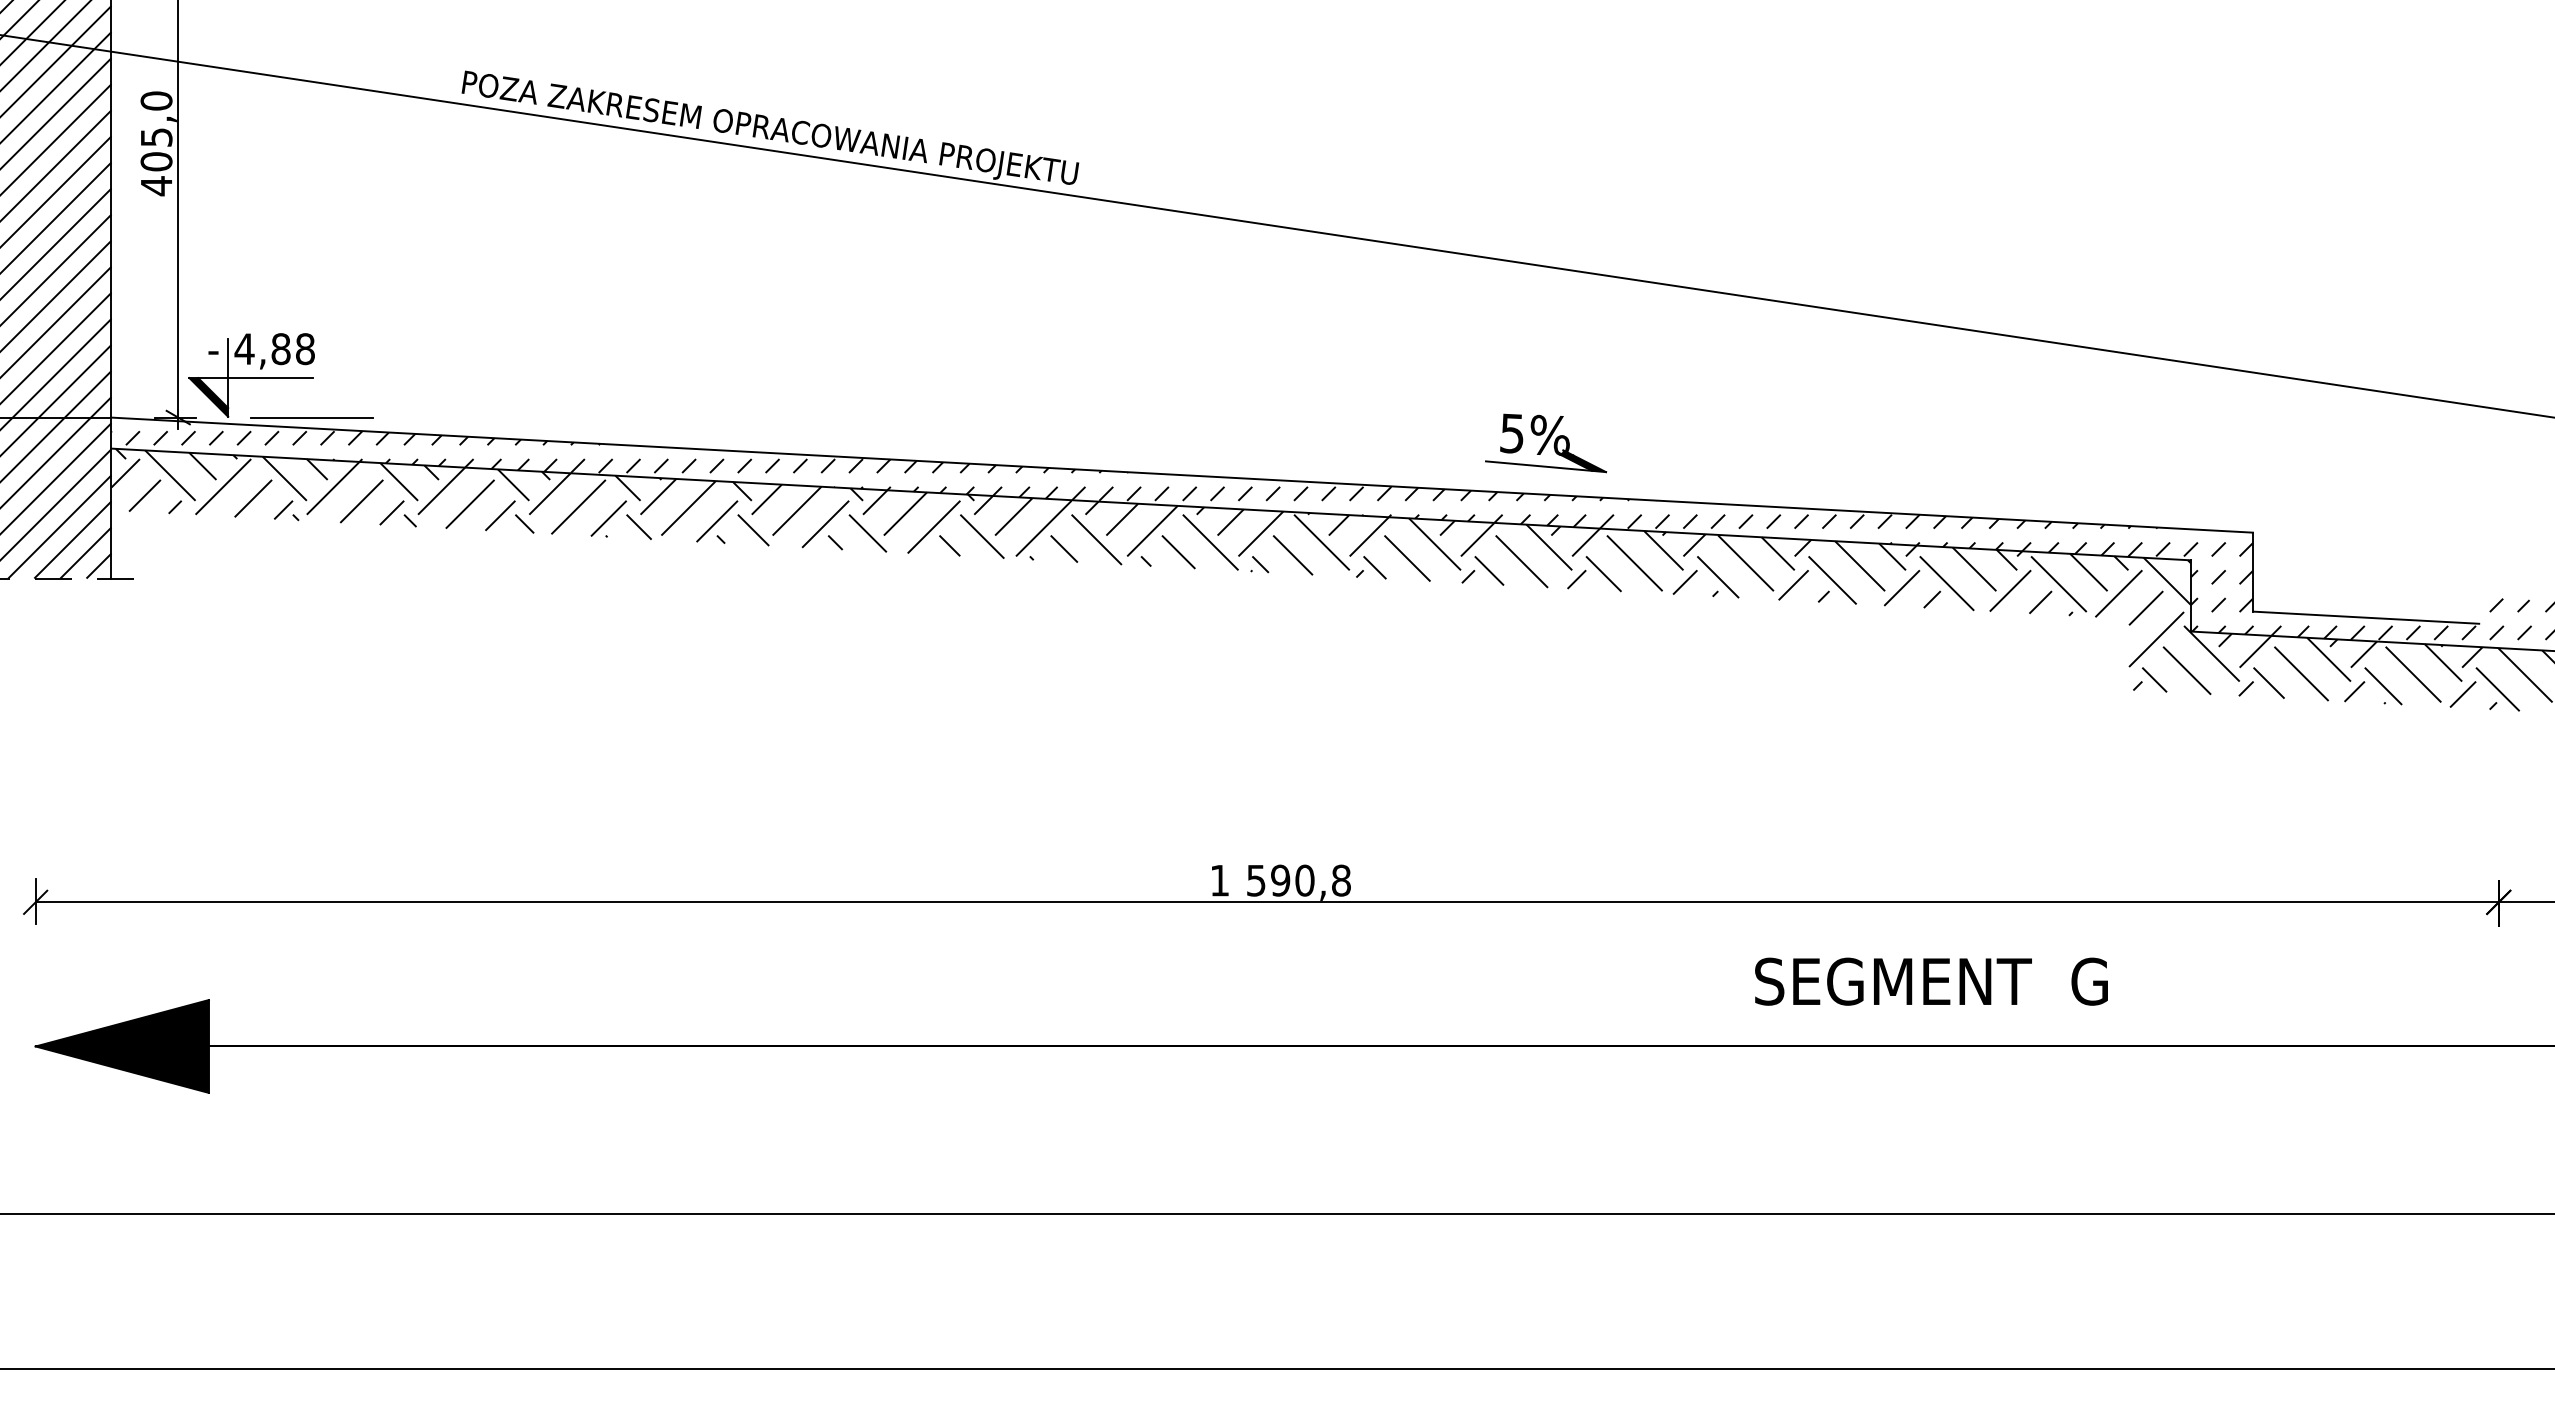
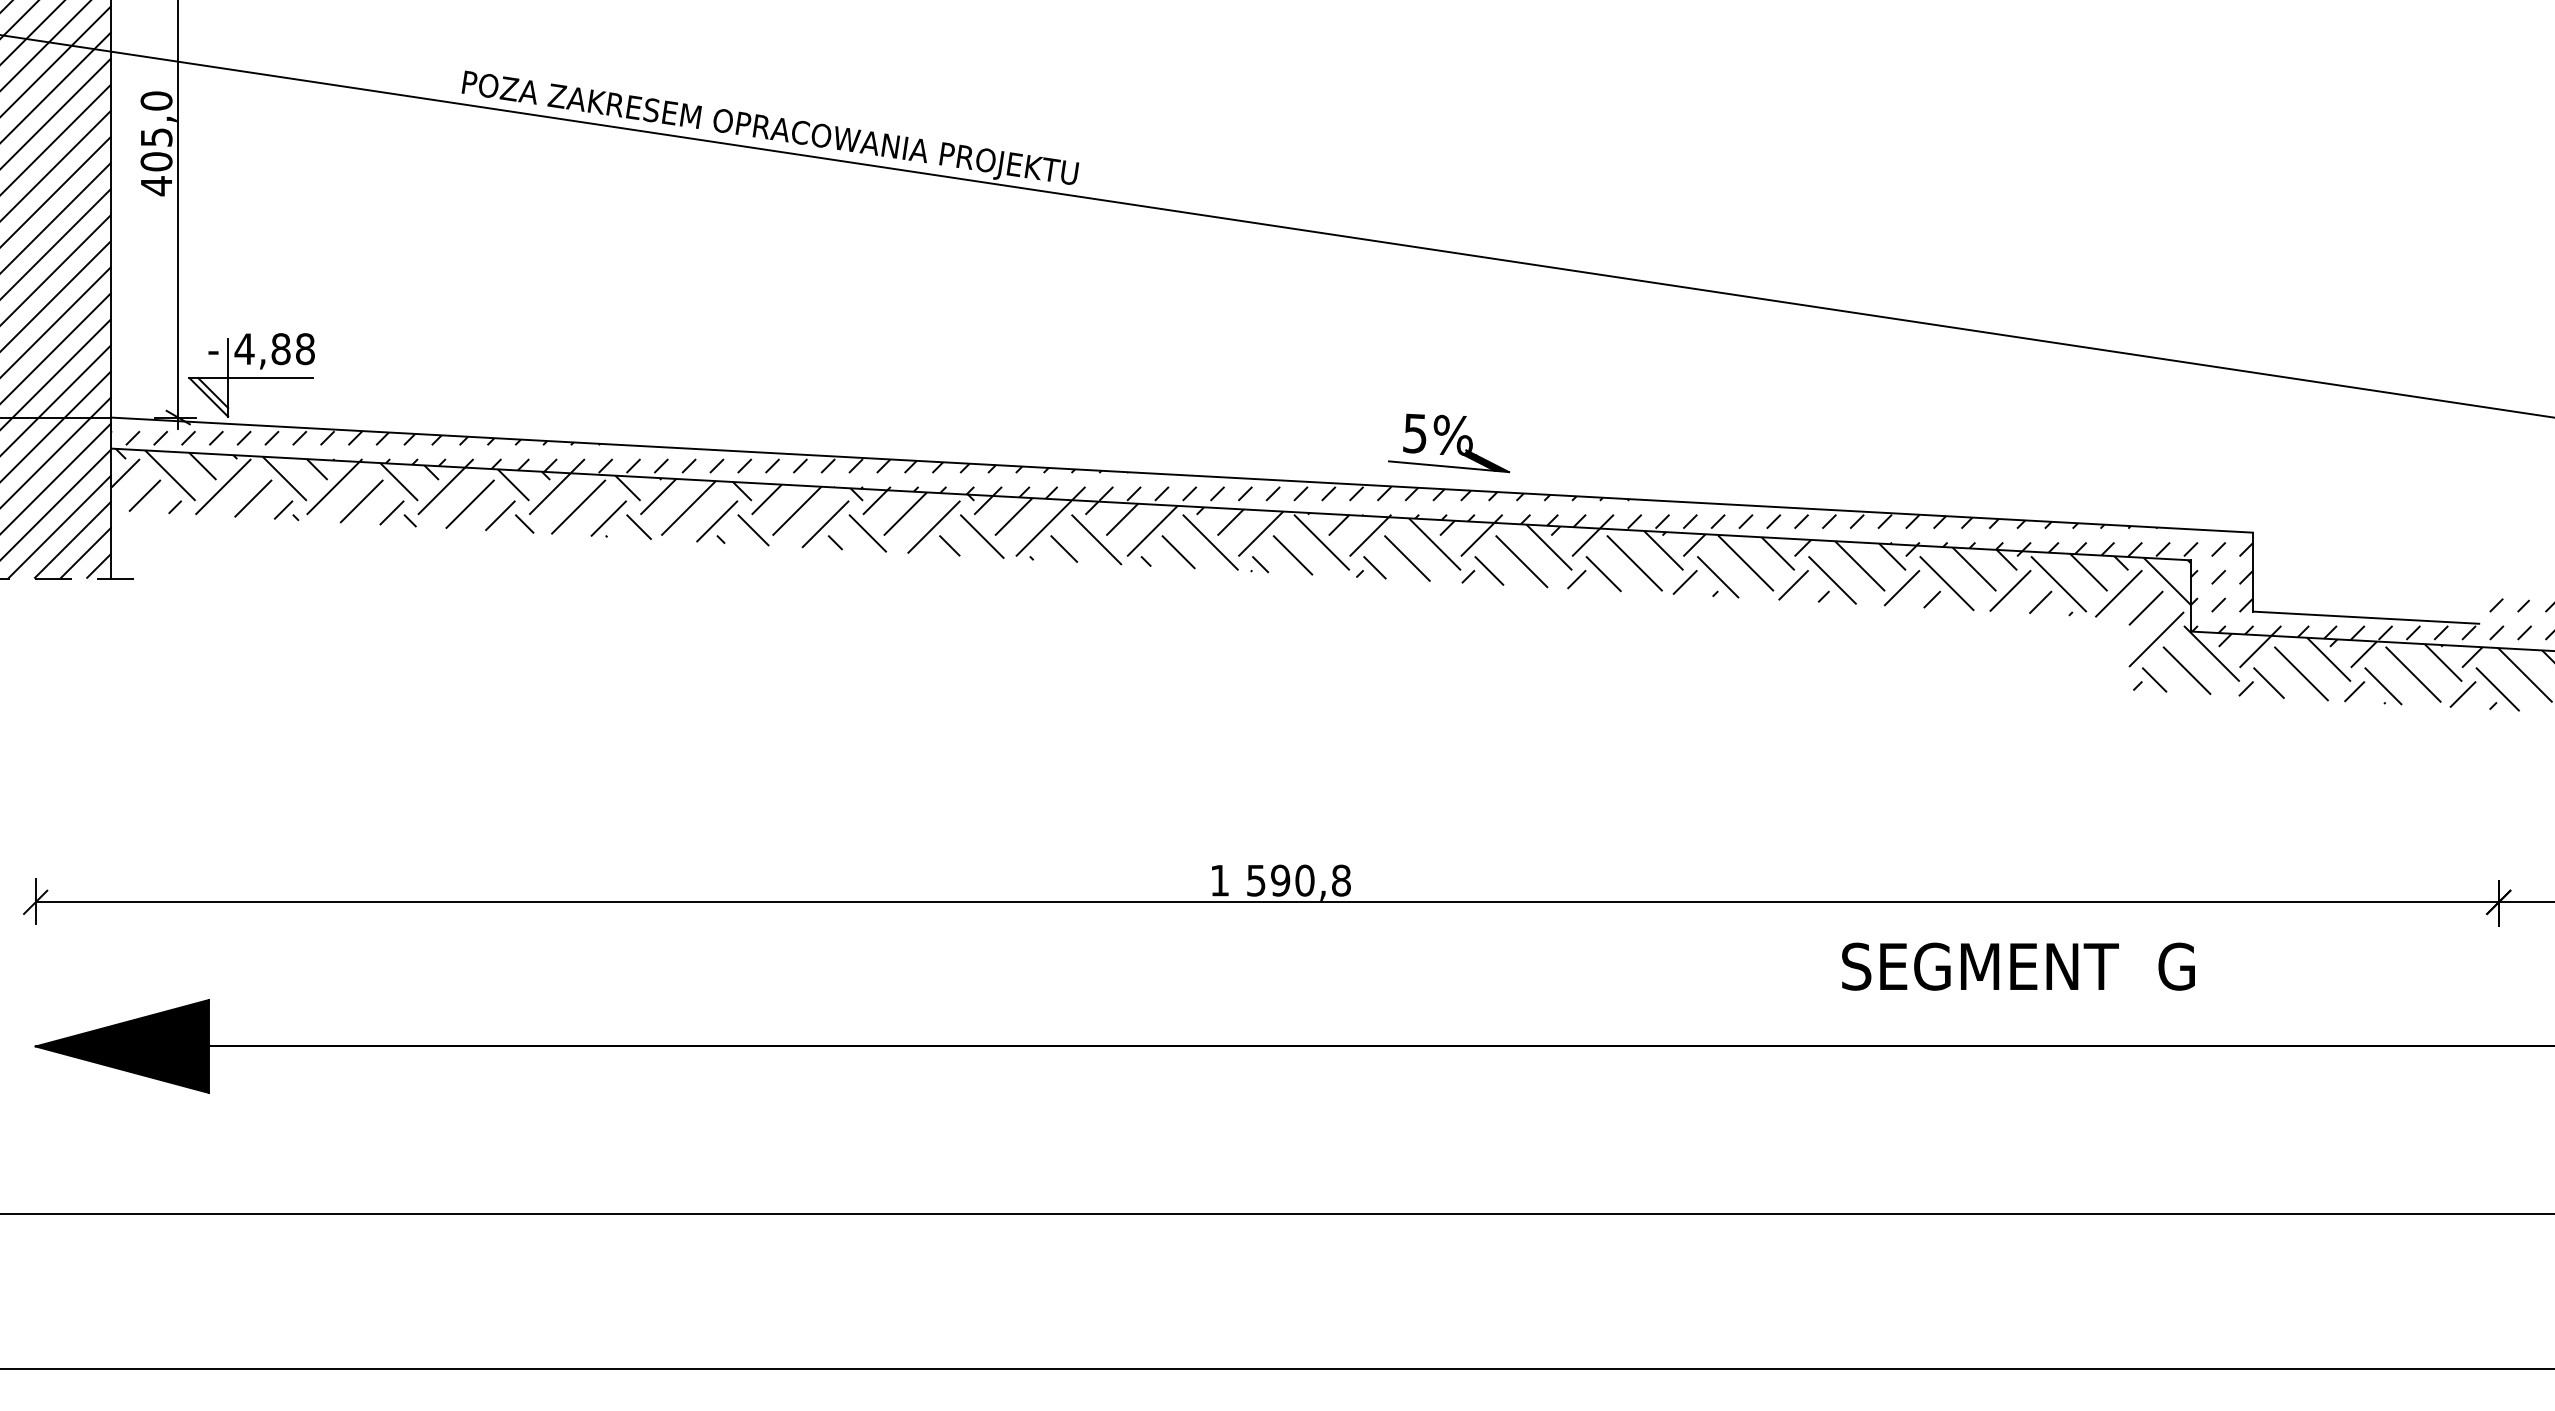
fill at (208, 397): present -> none
line at (312, 417): present -> none
part at (1546, 443) position: (1546, 443) -> (1449, 443)
text at (1931, 981) position: (1931, 981) -> (2018, 966)
